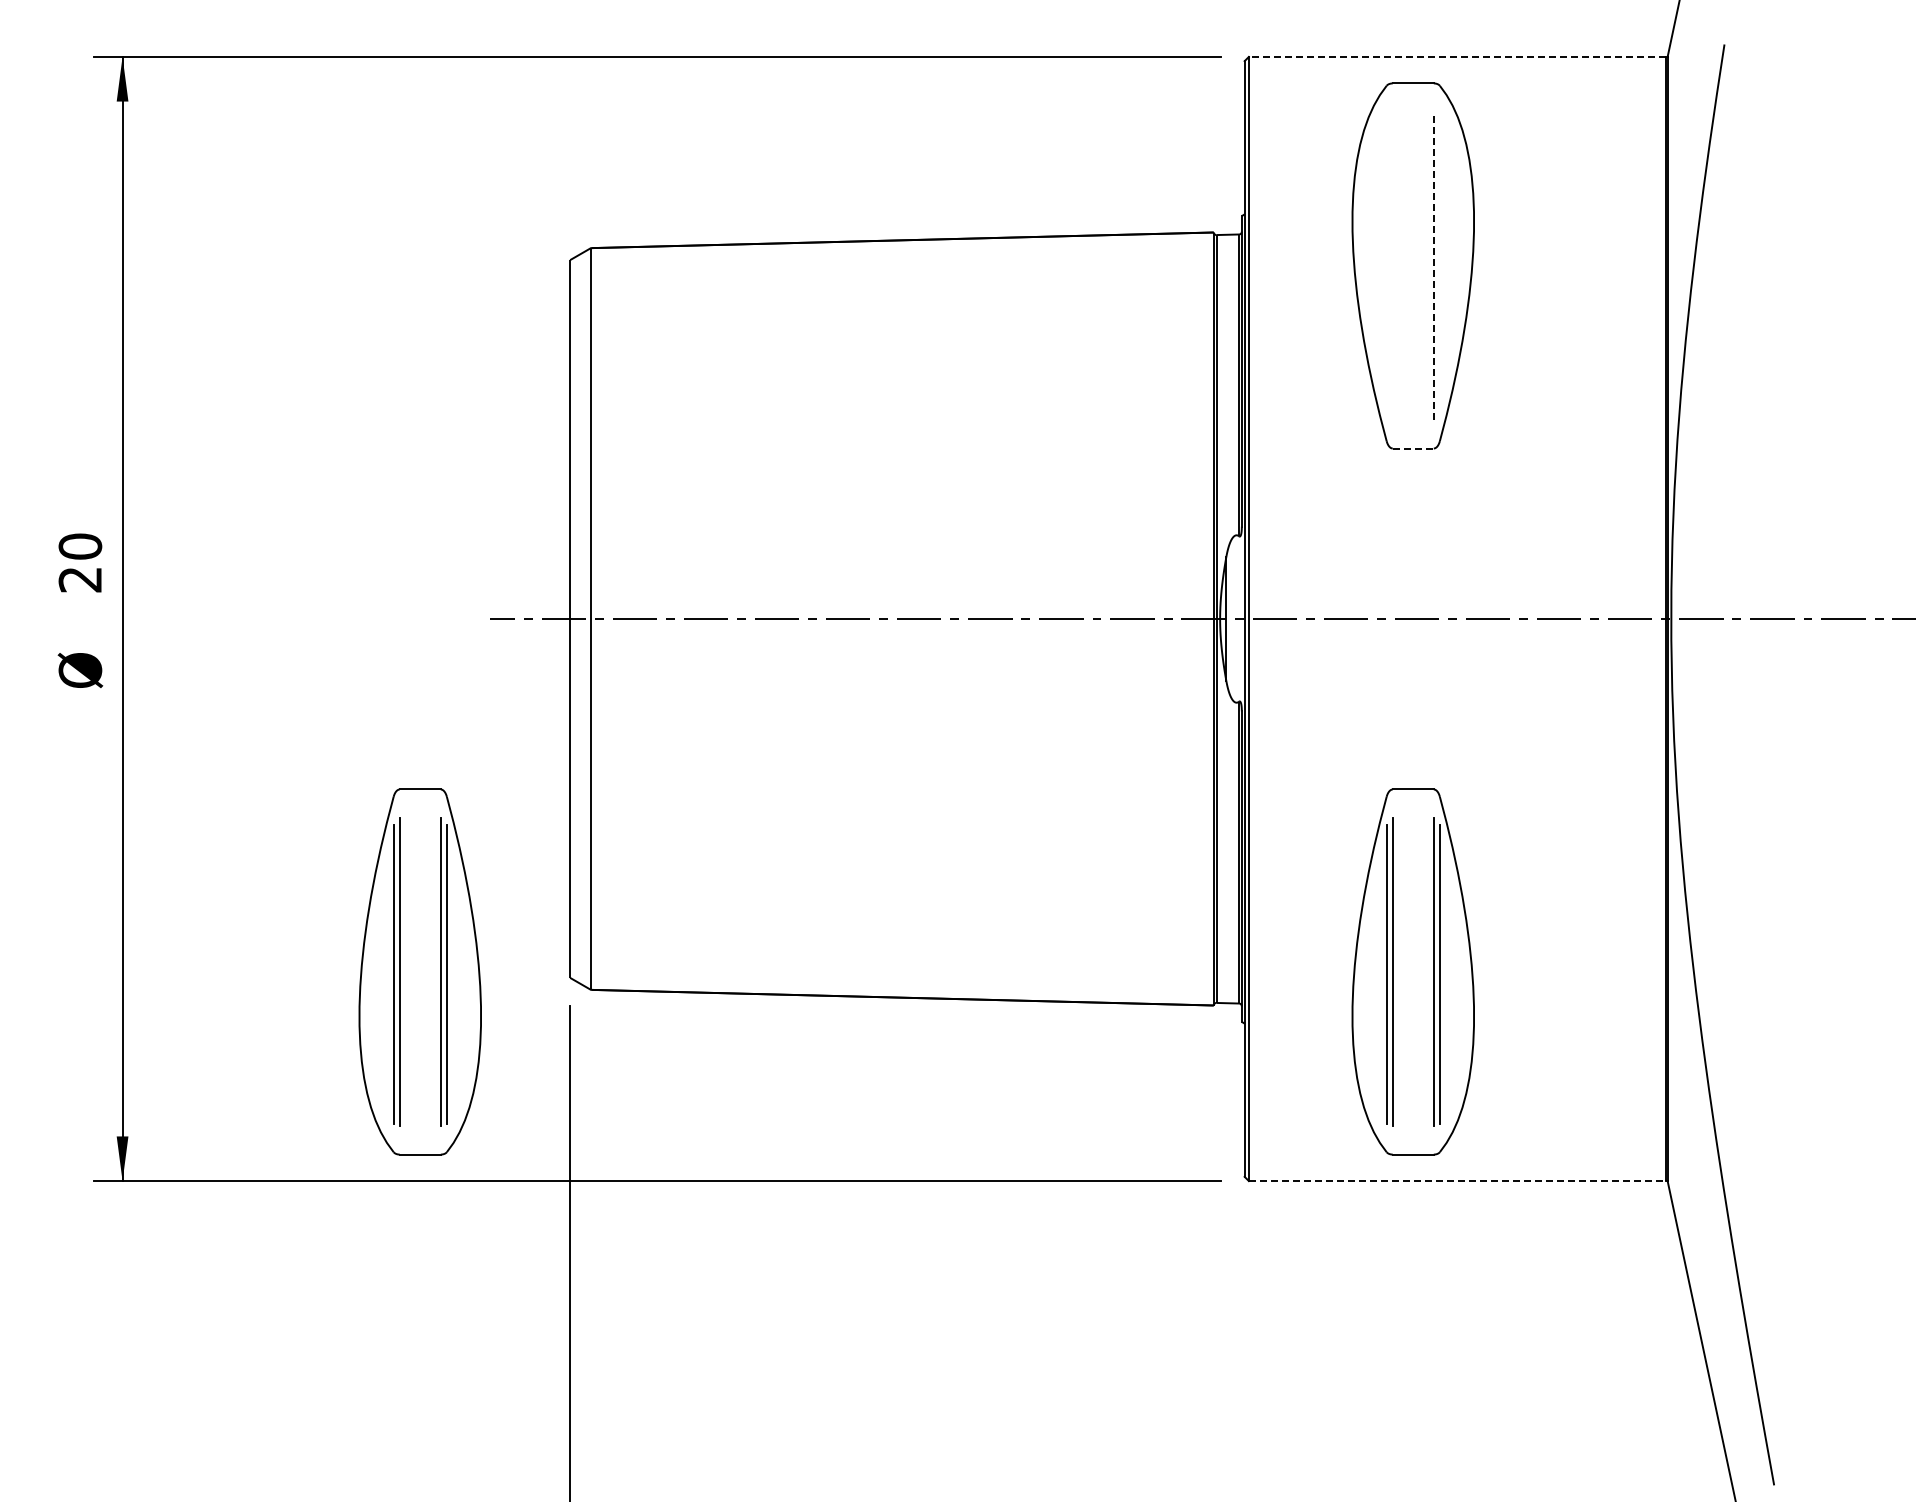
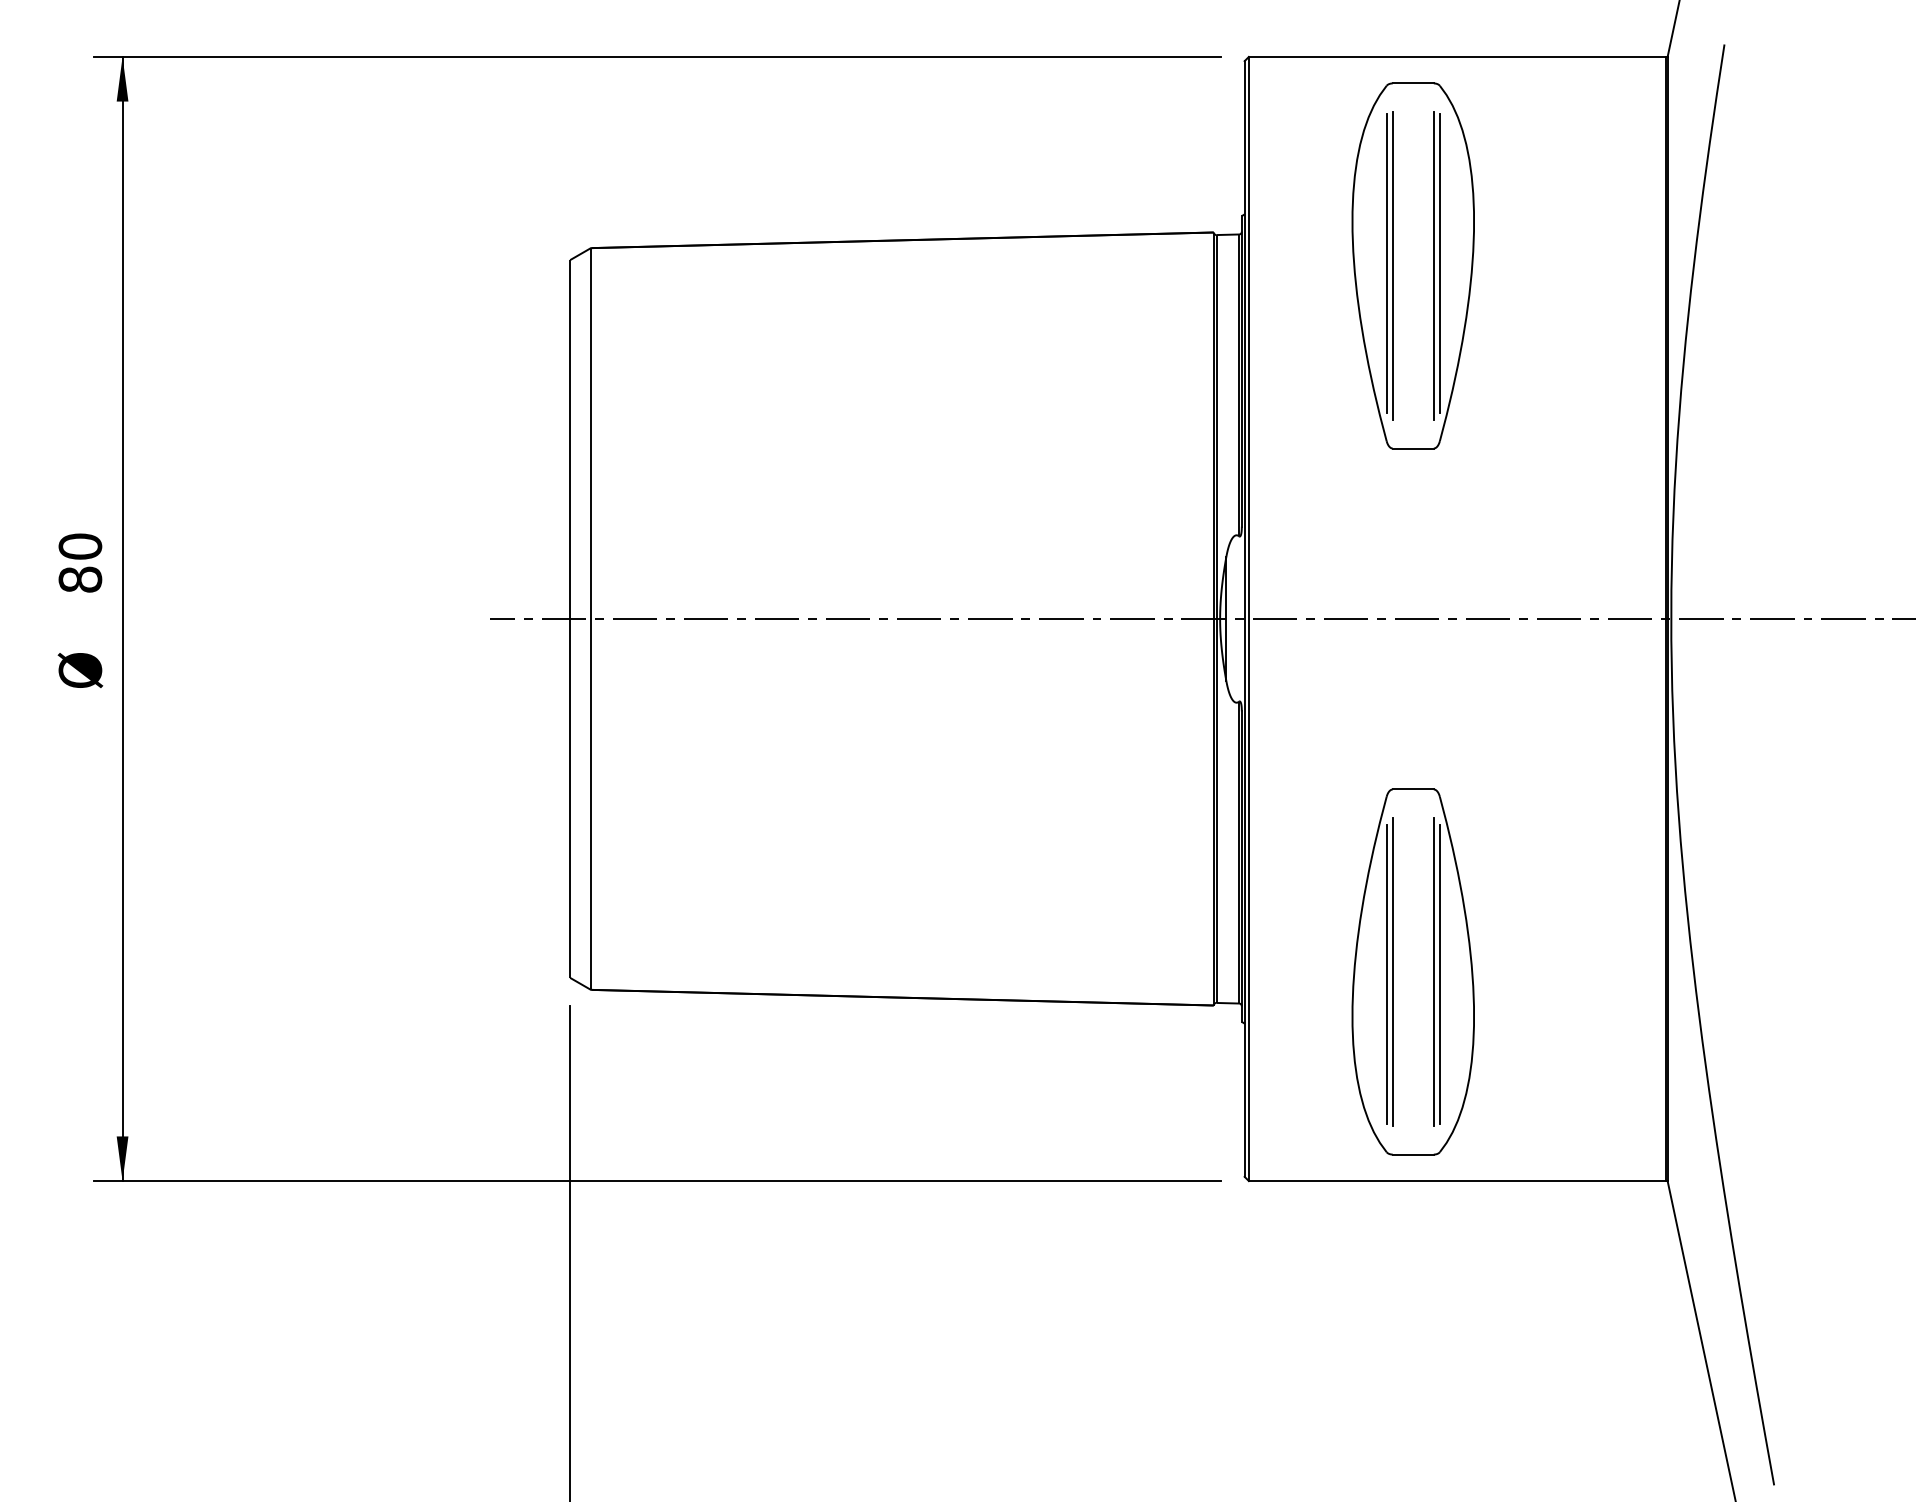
line at (1457, 56): dashed -> solid
line at (1386, 263): none -> present
line at (1439, 263): none -> present
line at (1392, 265): none -> present
line at (1433, 265): dashed -> solid
line at (1413, 448): dashed -> solid
text at (80, 579): 20 -> 80
part at (419, 971): present -> none
line at (1457, 1181): dashed -> solid
